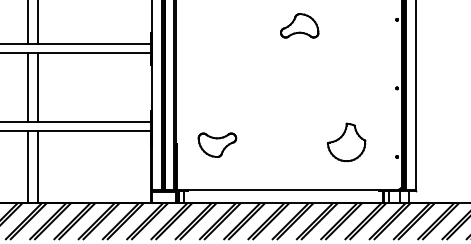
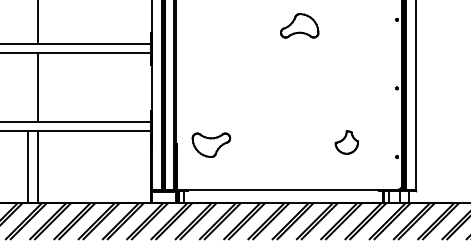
line at (28, 23): present -> none
line at (28, 87): present -> none
part at (346, 142) size: 40x41 px -> 25x25 px
part at (217, 144) position: (217, 144) -> (211, 144)
